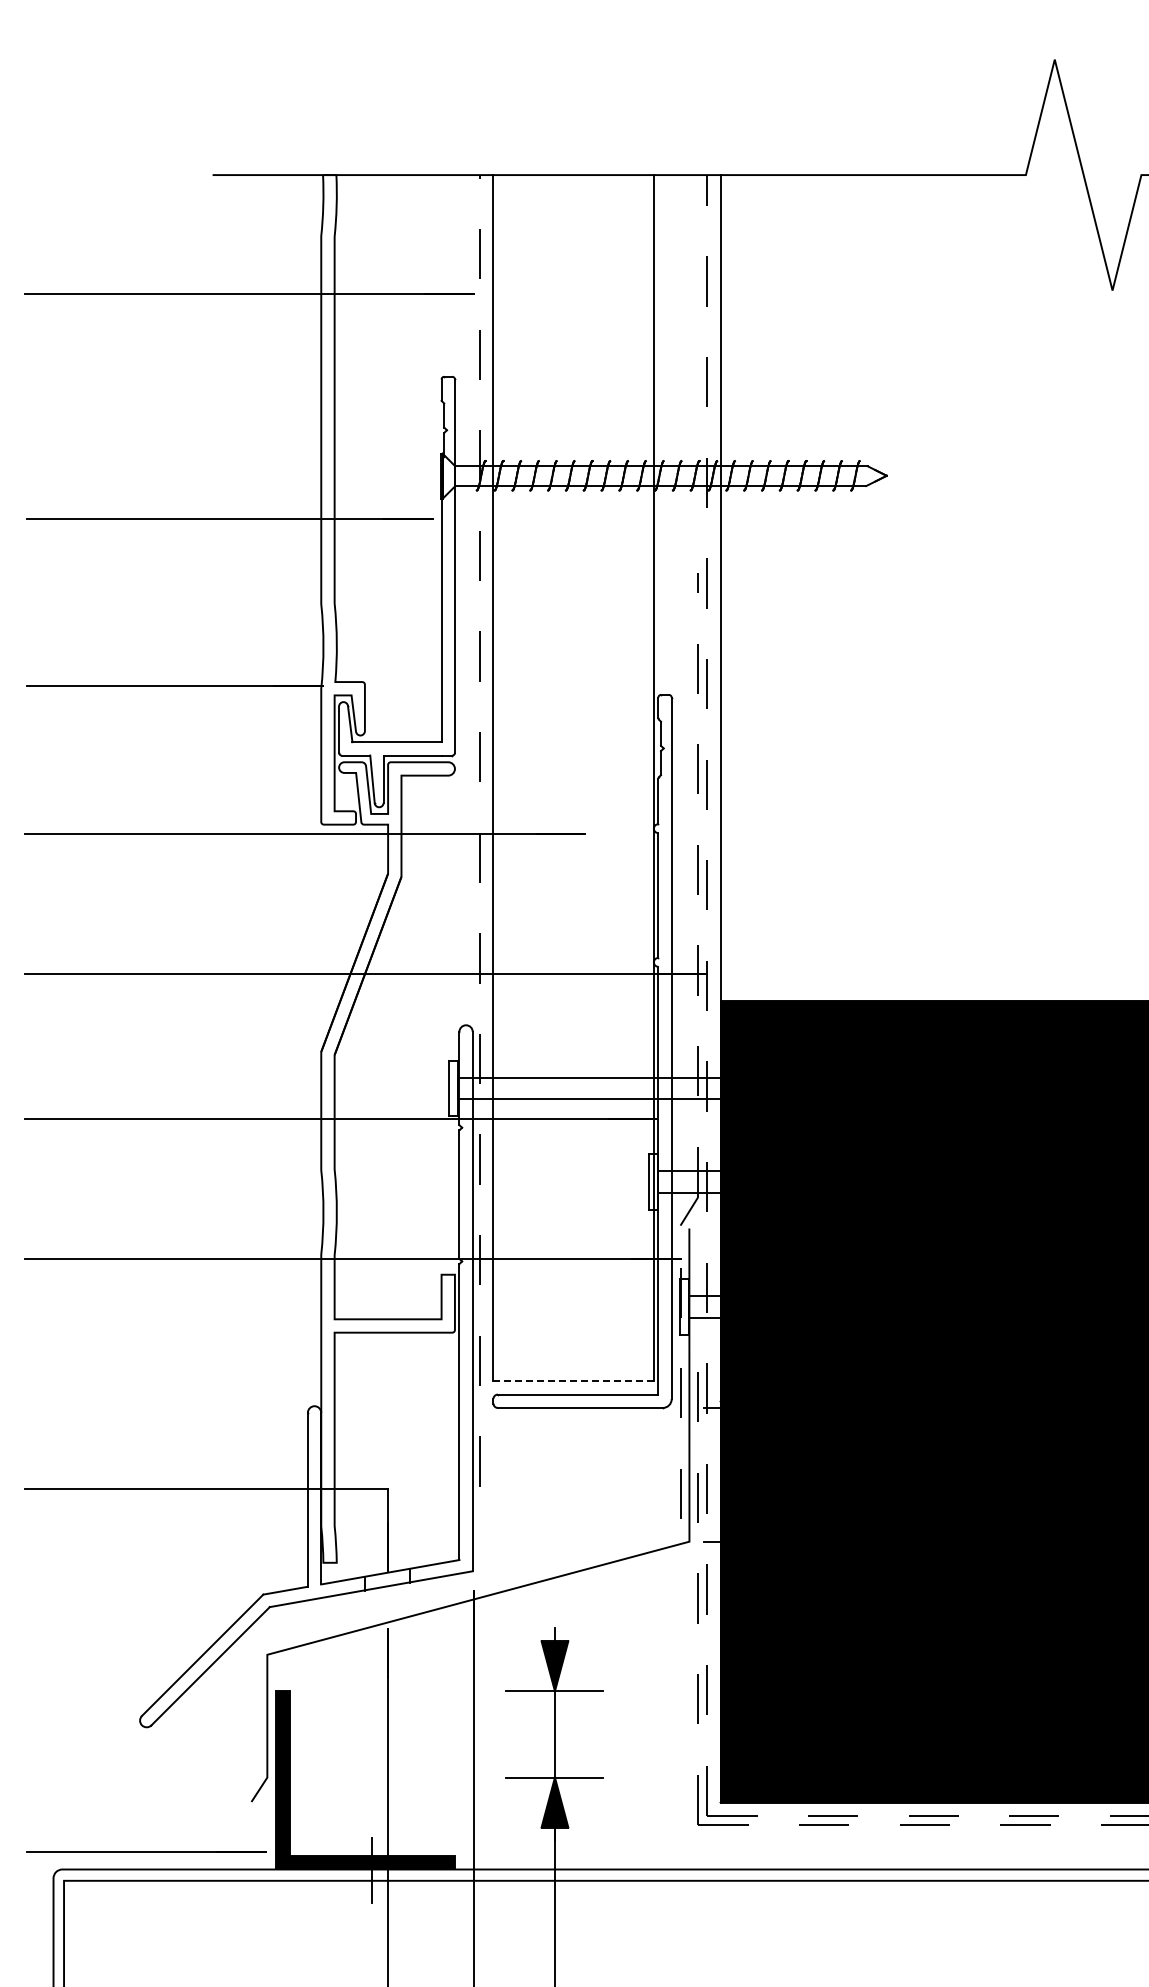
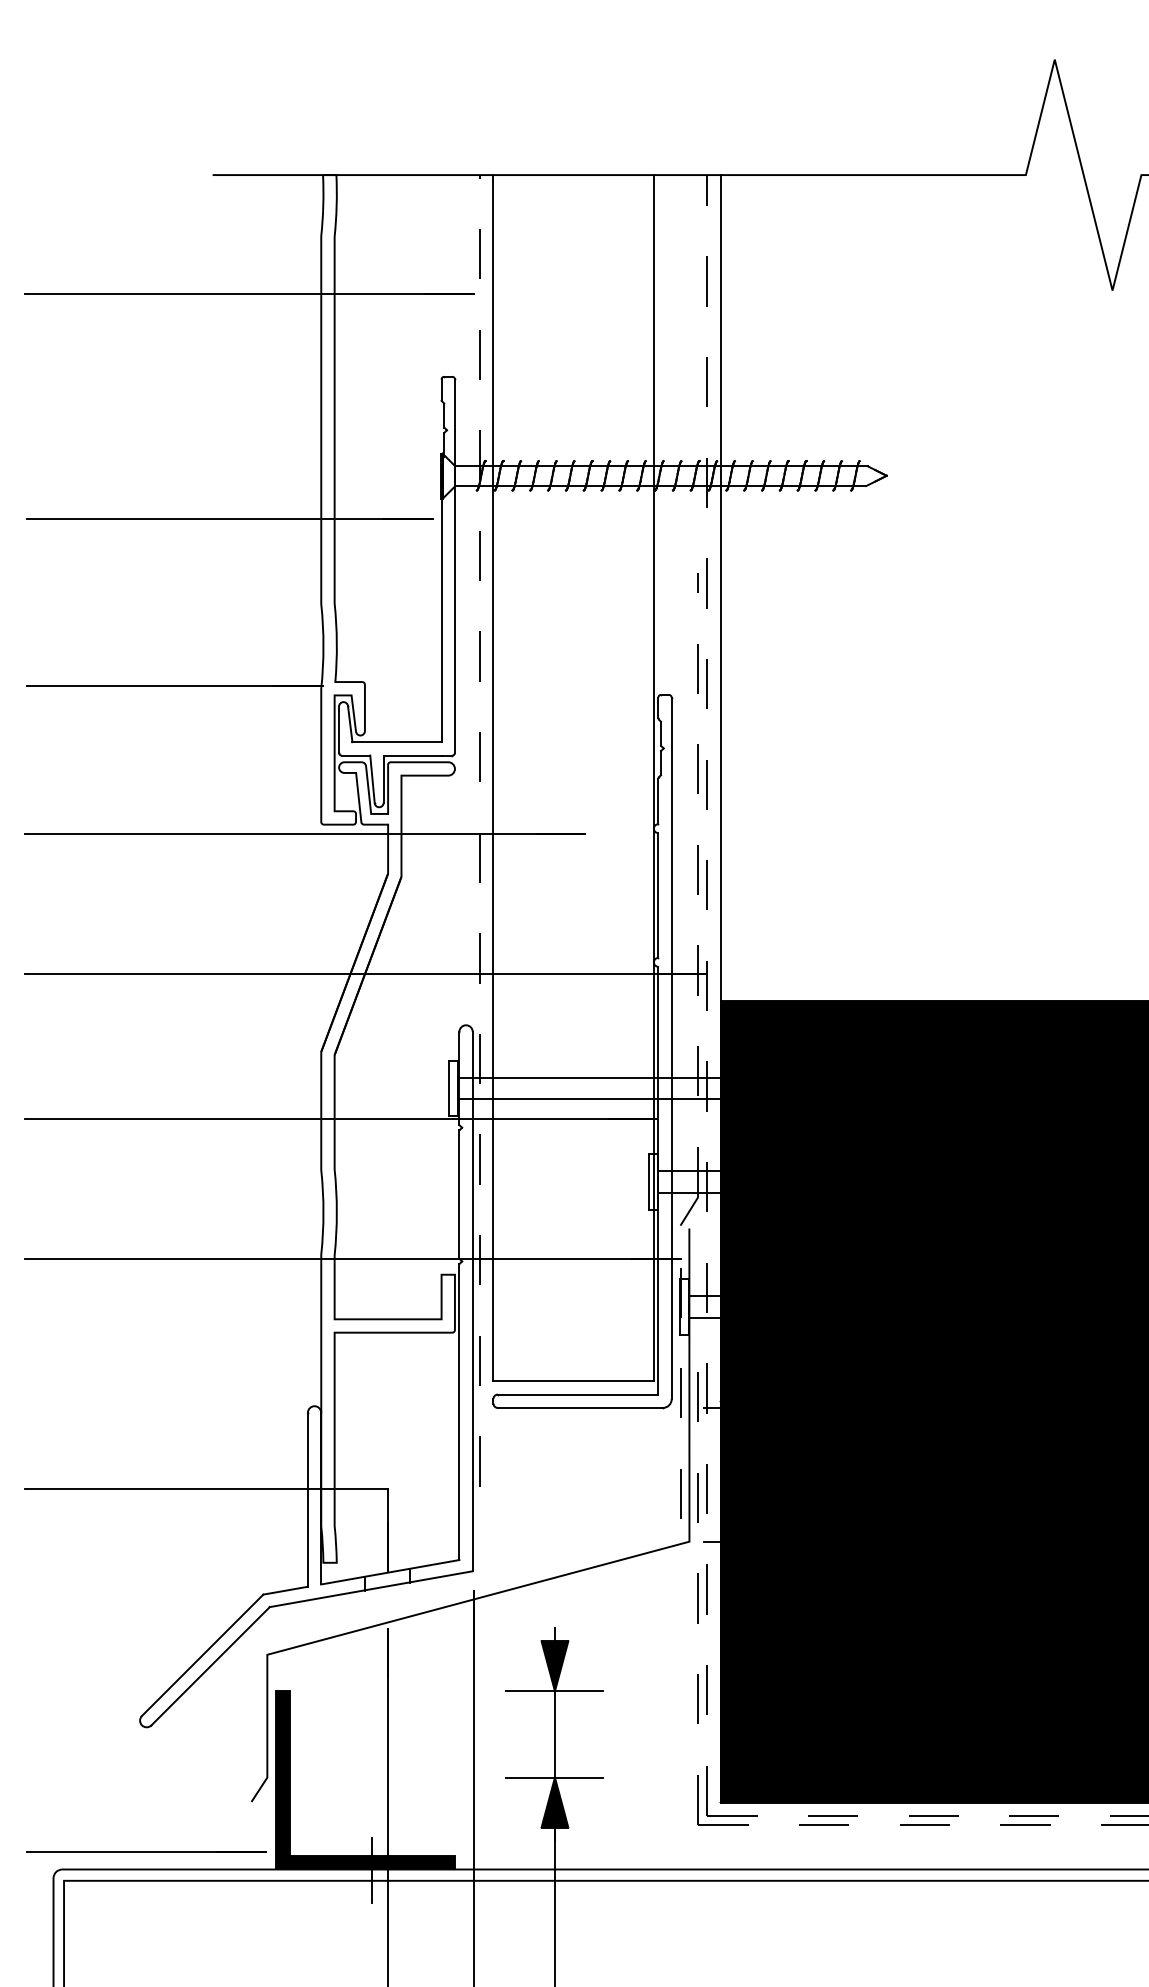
line at (573, 1381): dashed -> solid
